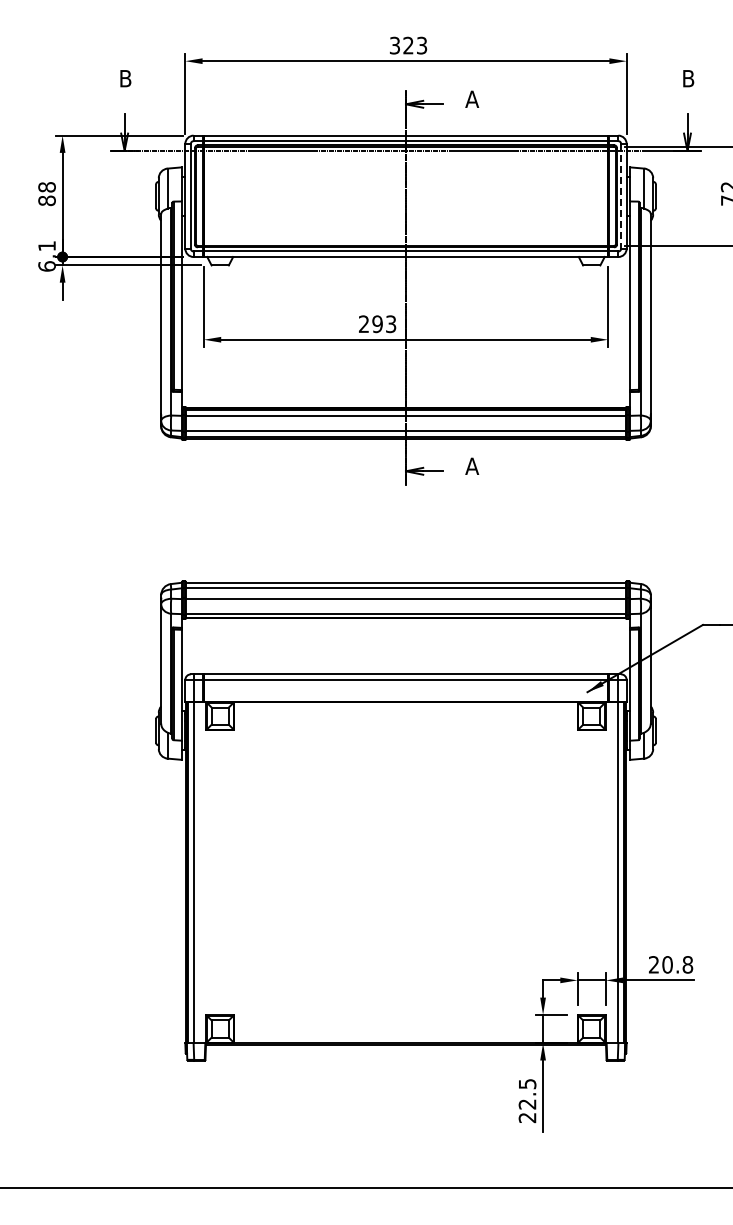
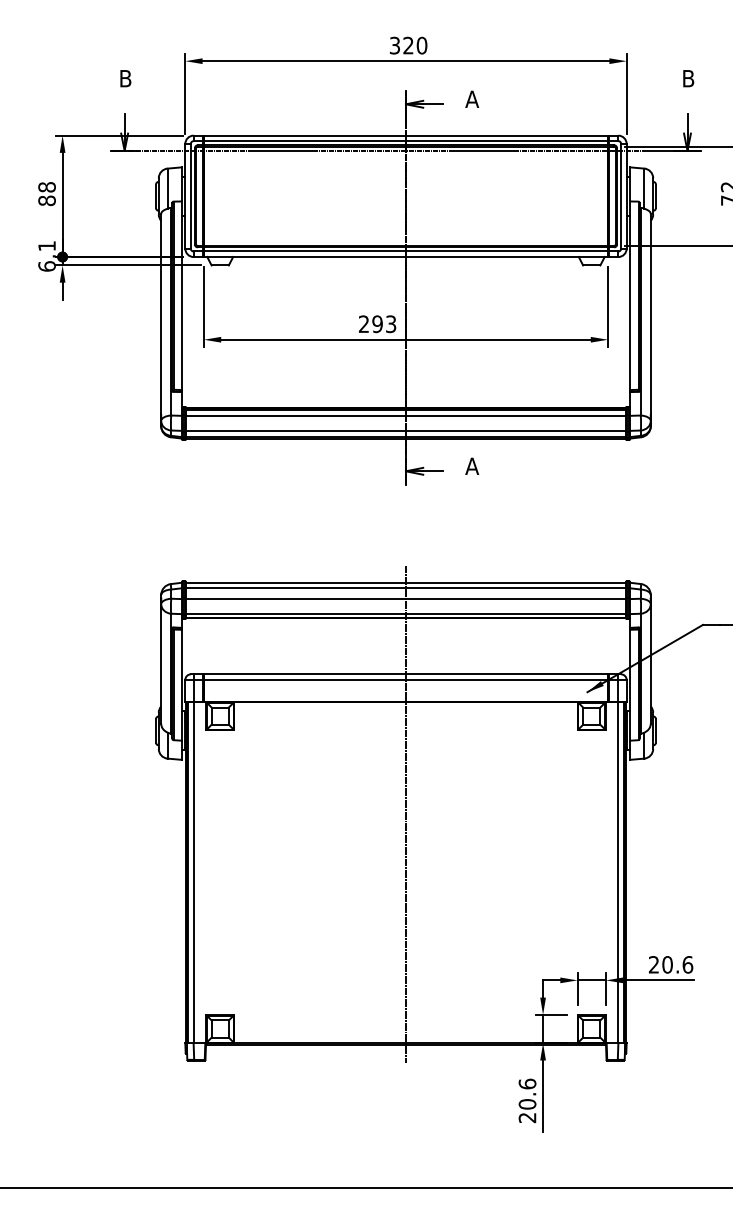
text at (421, 45): 323 -> 320
line at (621, 196): dashed -> solid
line at (406, 813): none -> present
text at (687, 964): 20.8 -> 20.6
text at (527, 1093): 22.5 -> 20.6
